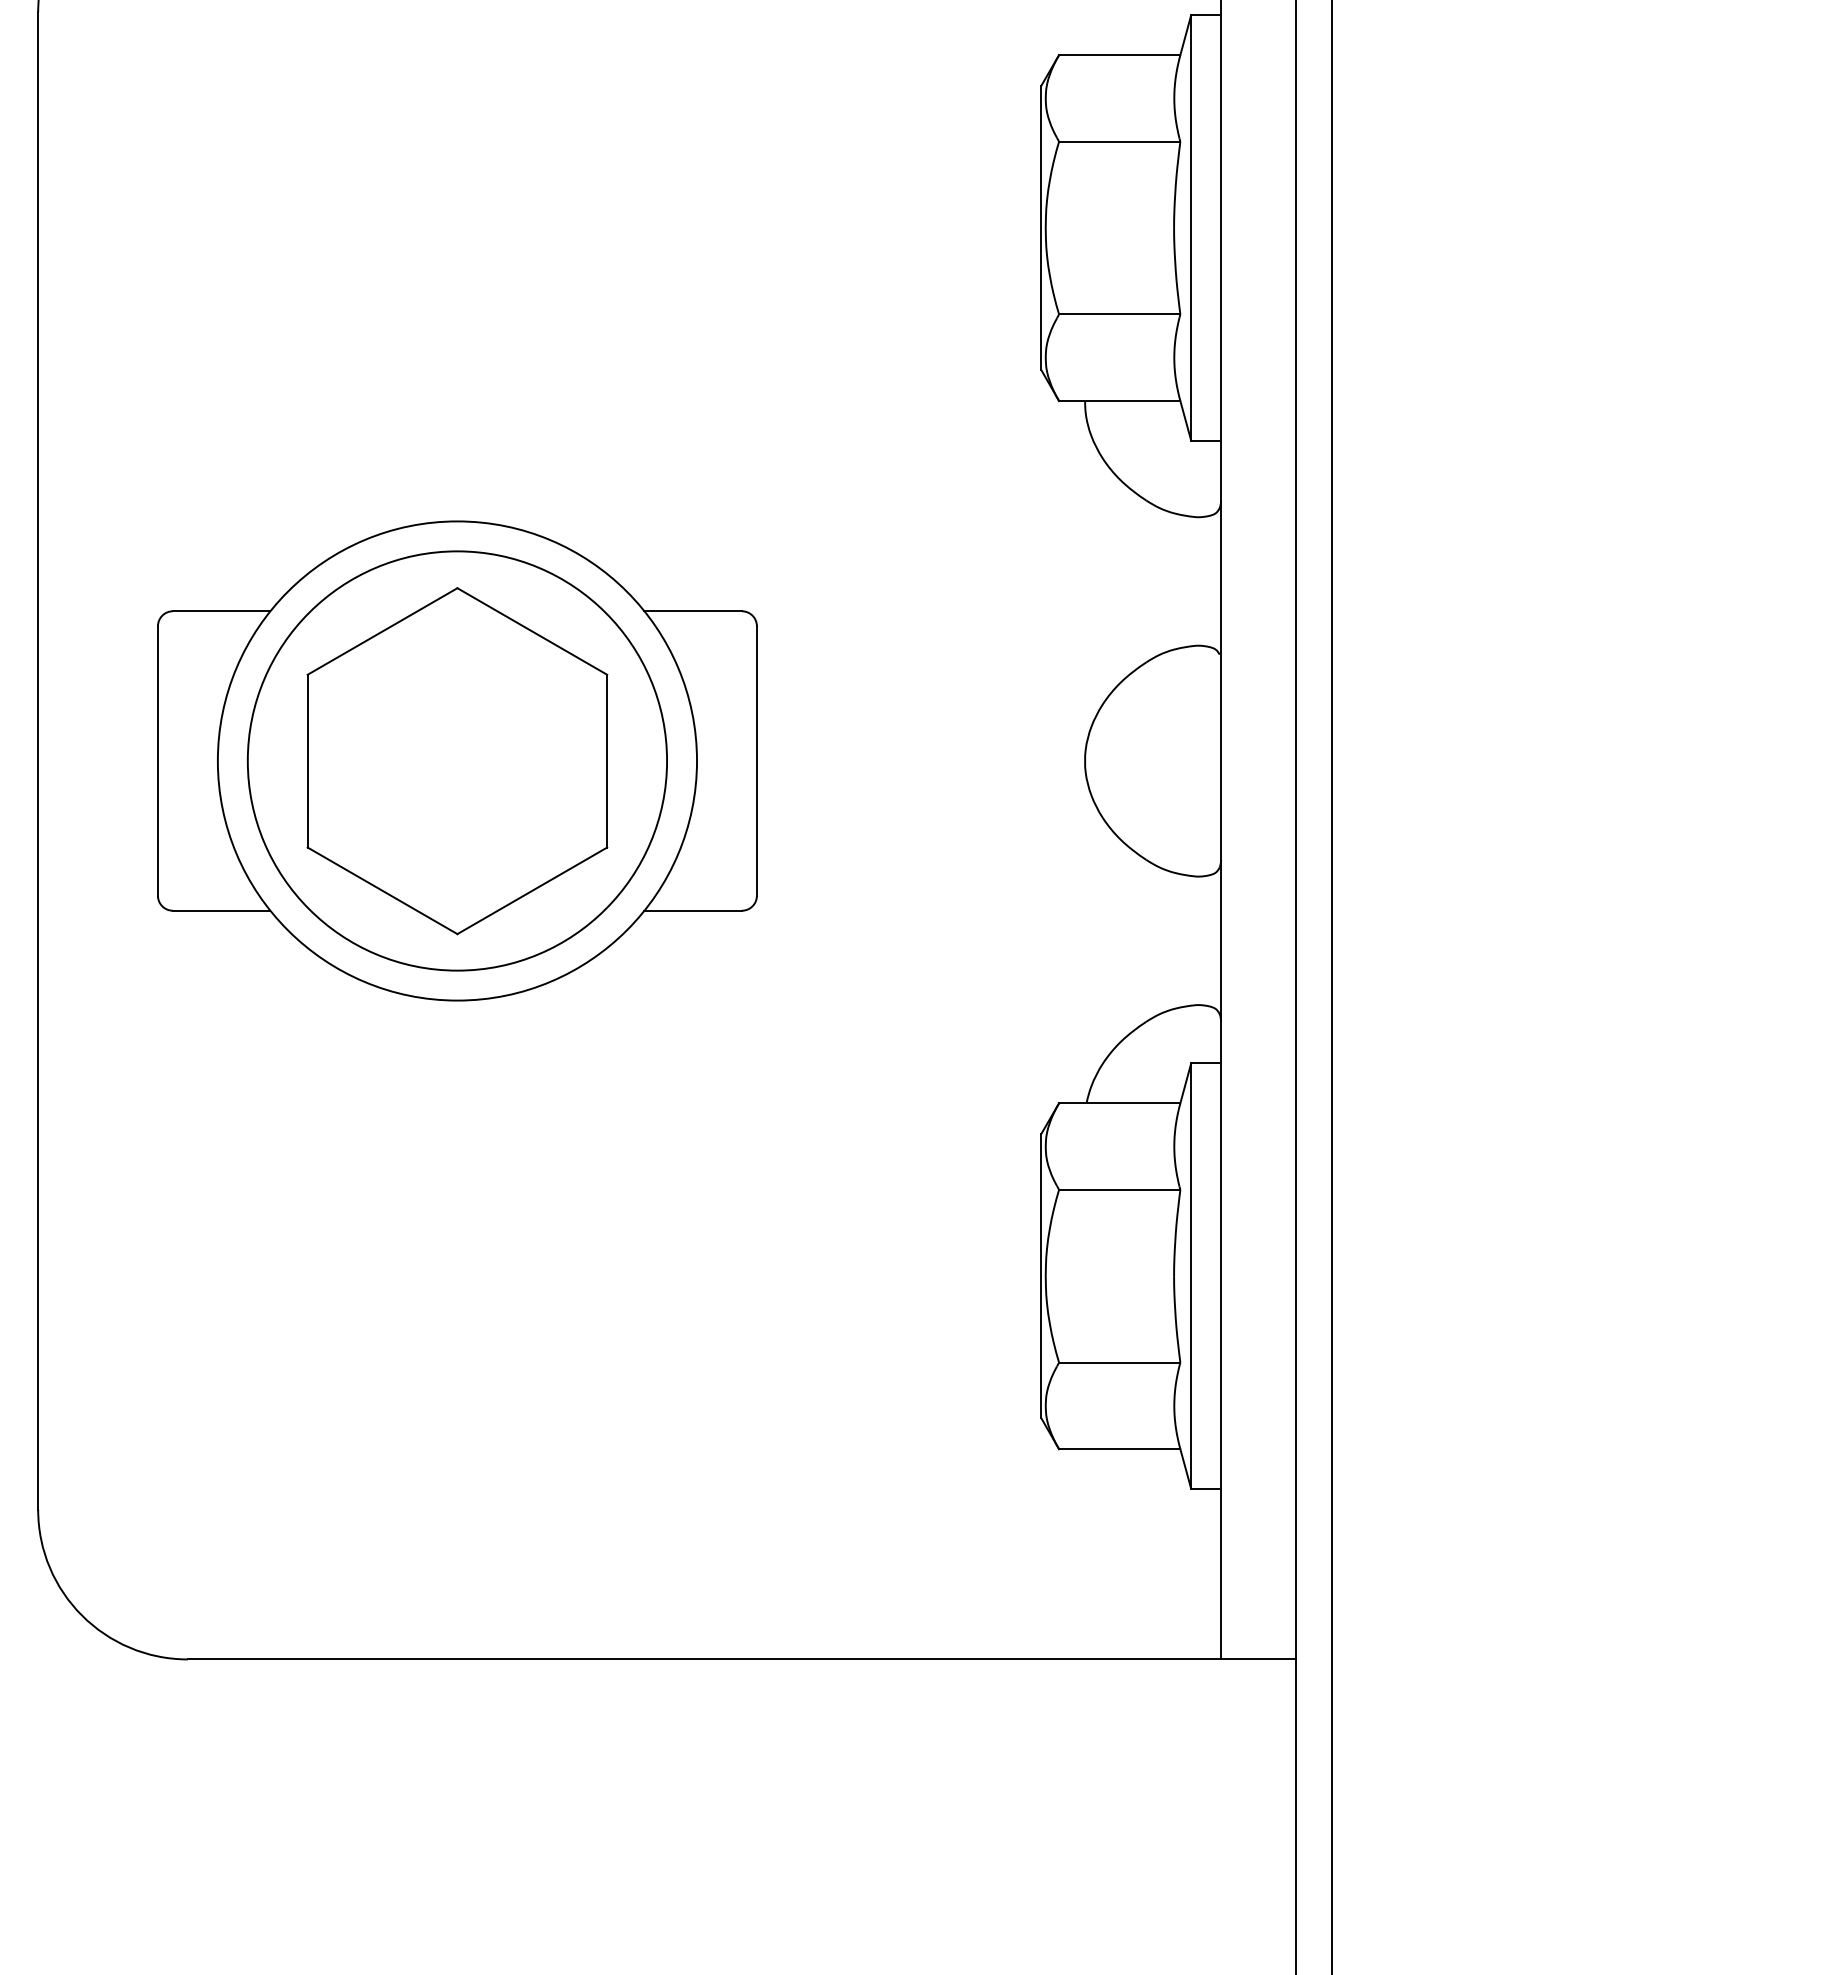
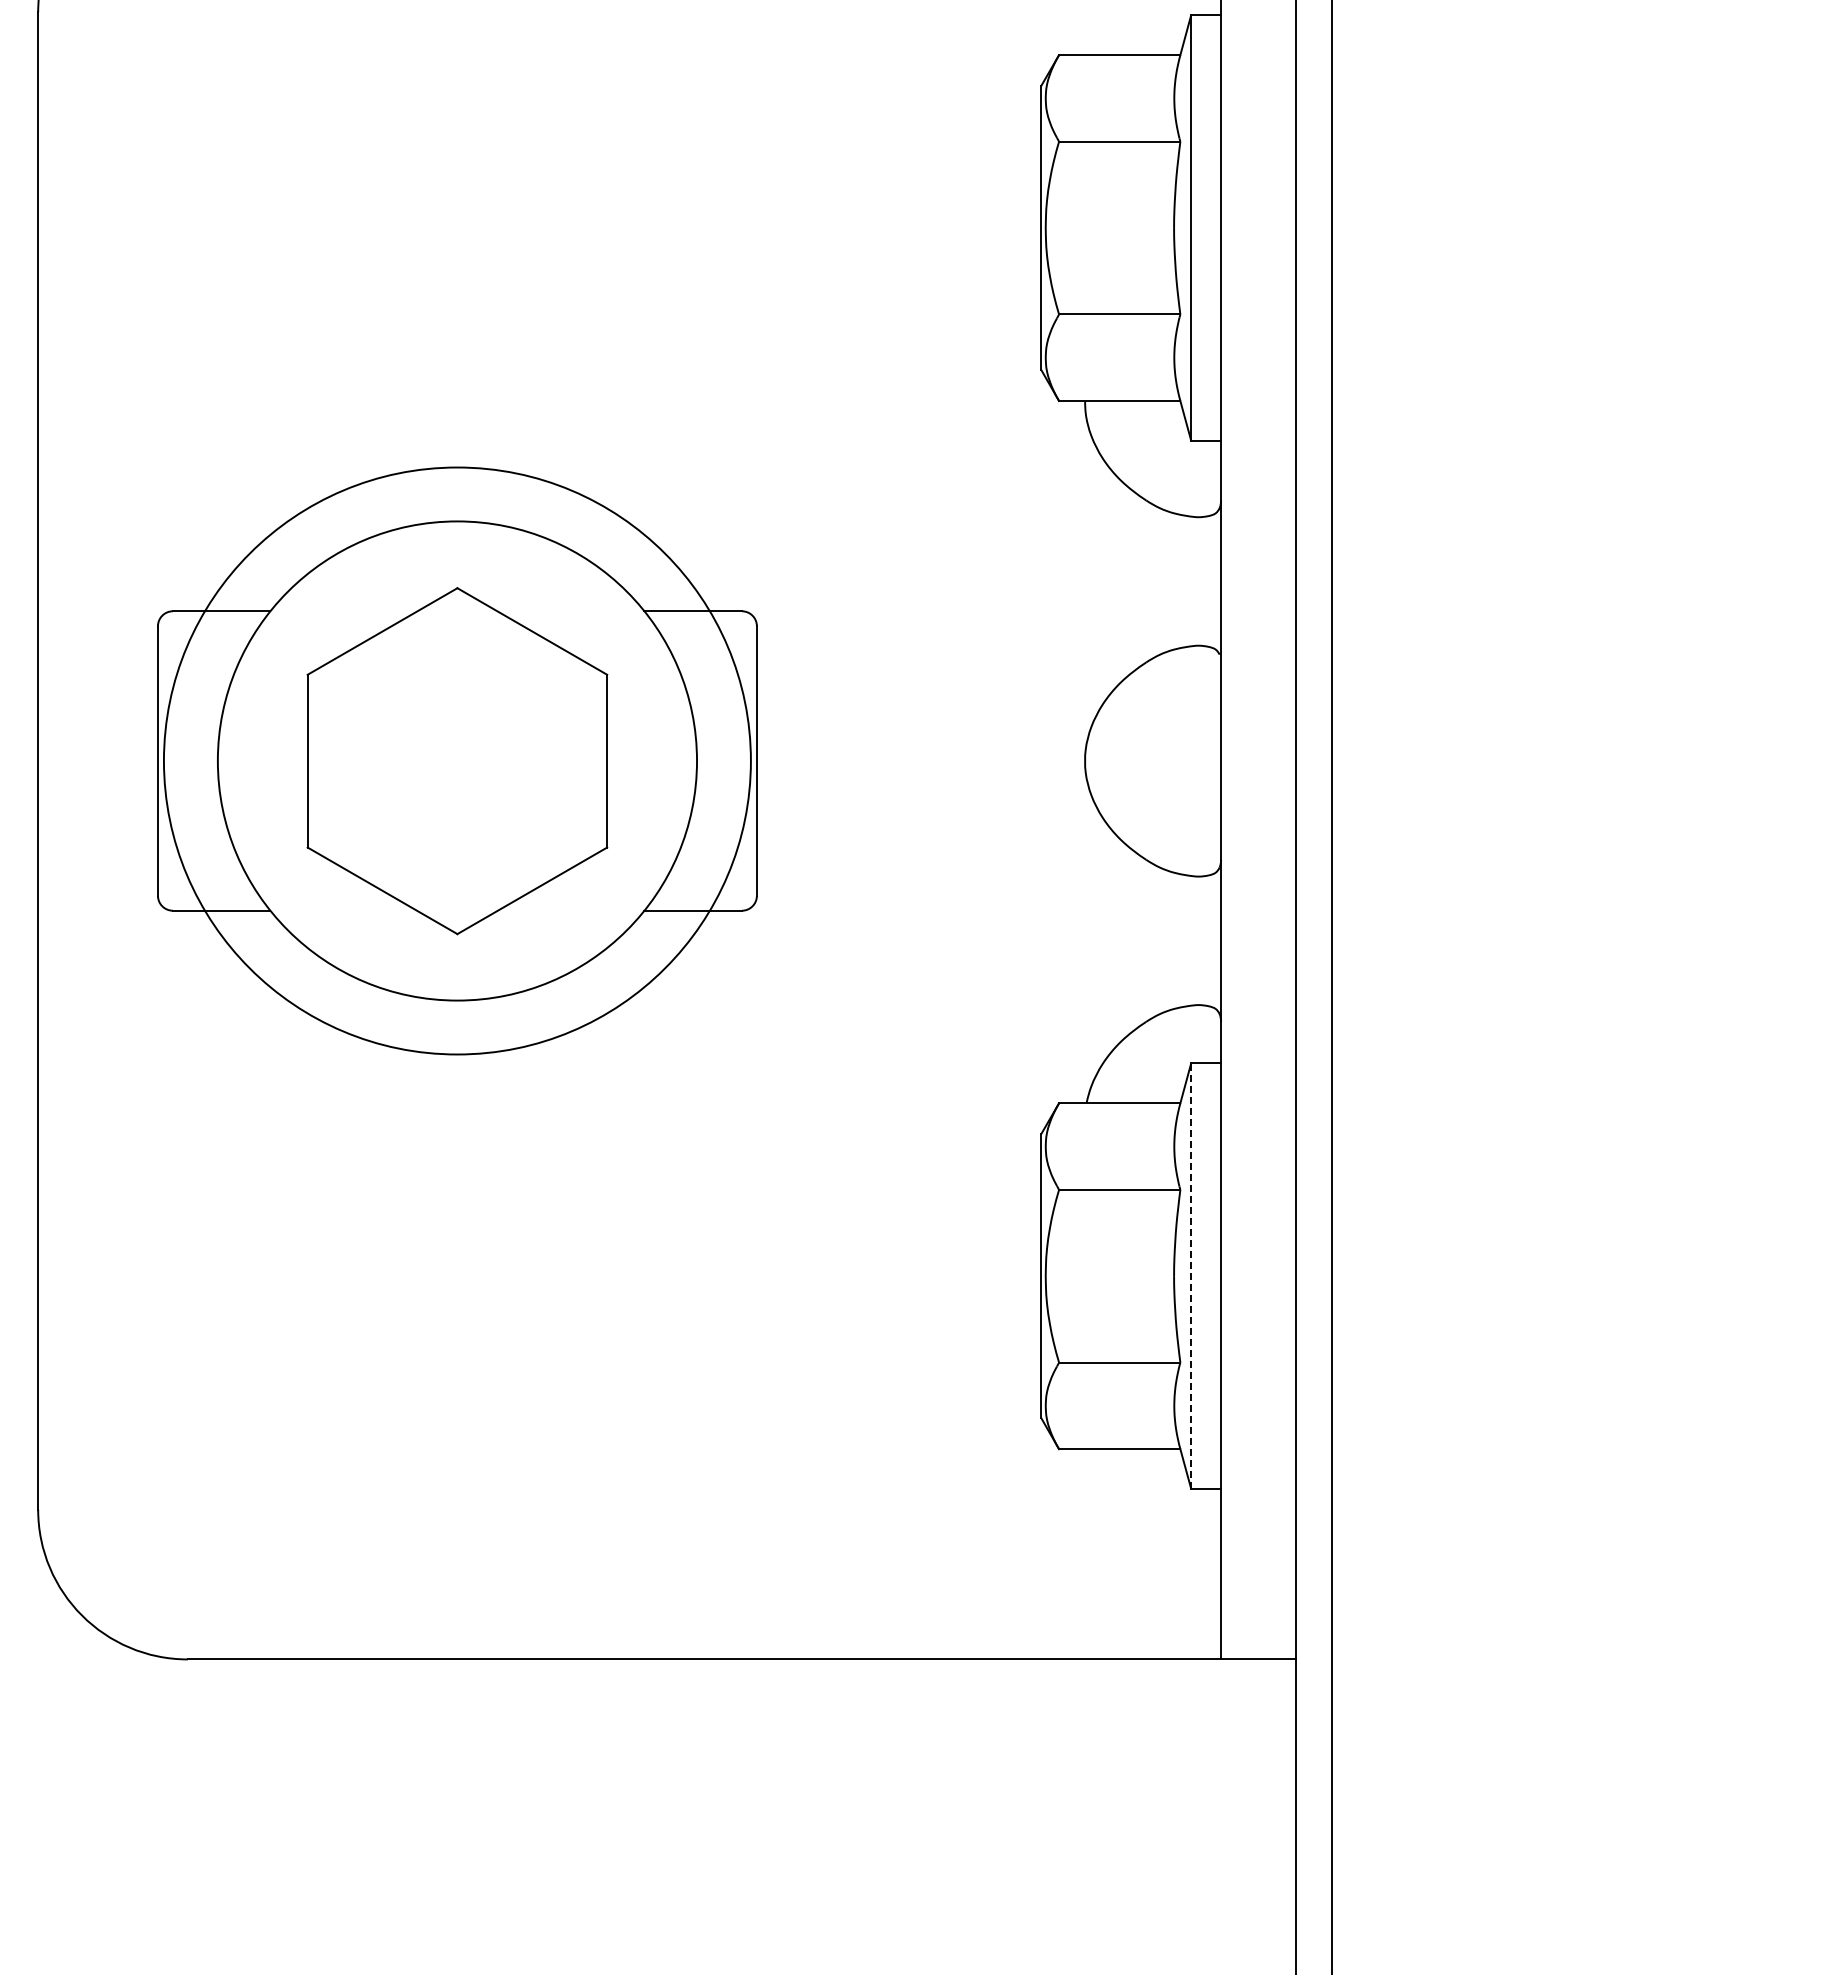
circle at (457, 760) diameter: 419 px -> 587 px
line at (1191, 1276): solid -> dashed
